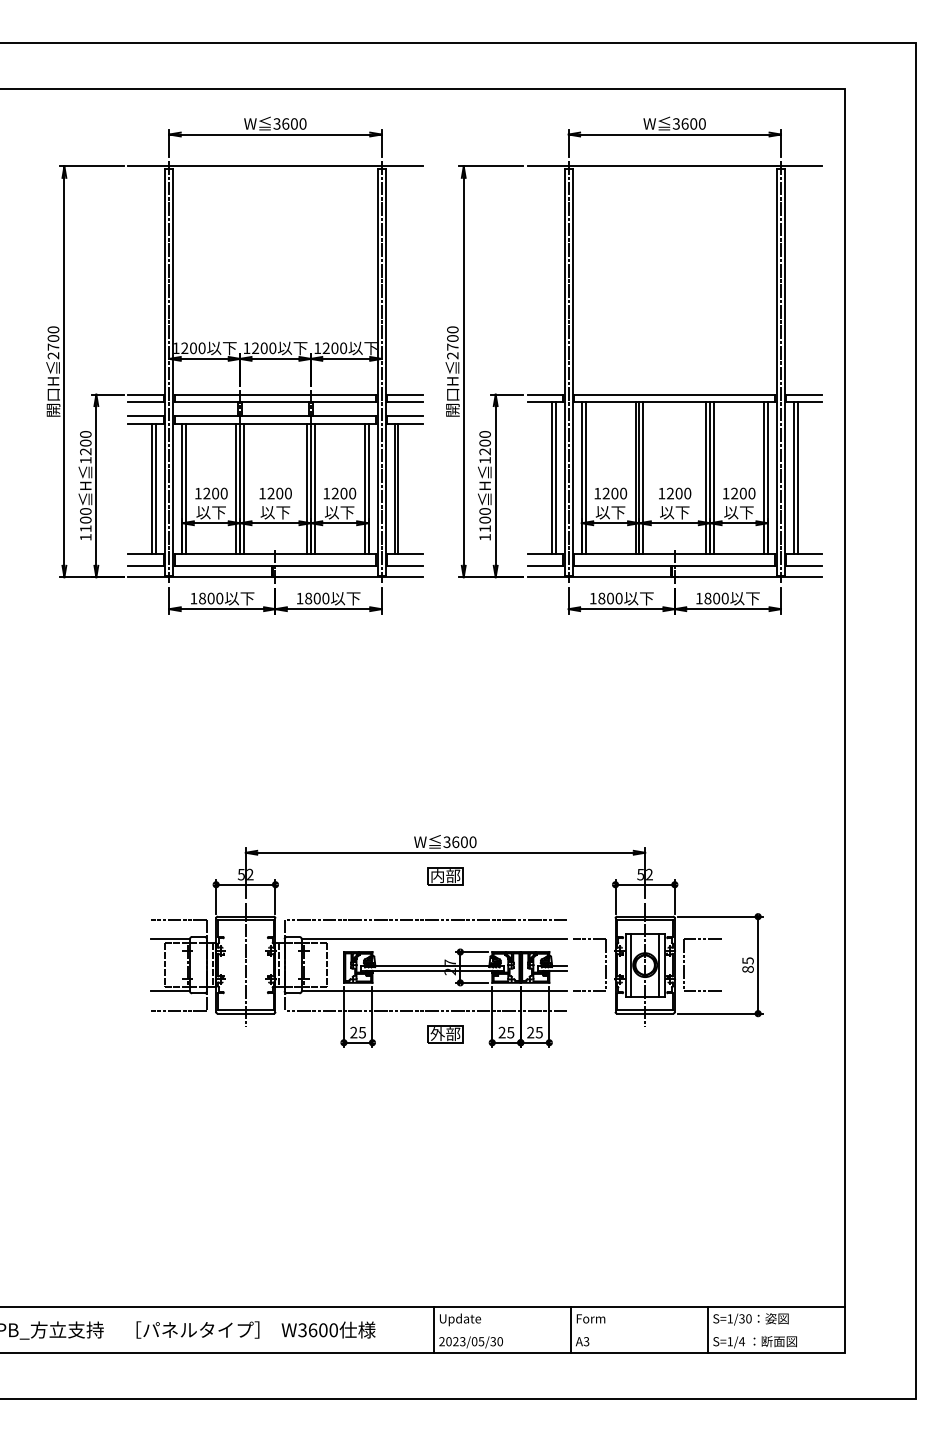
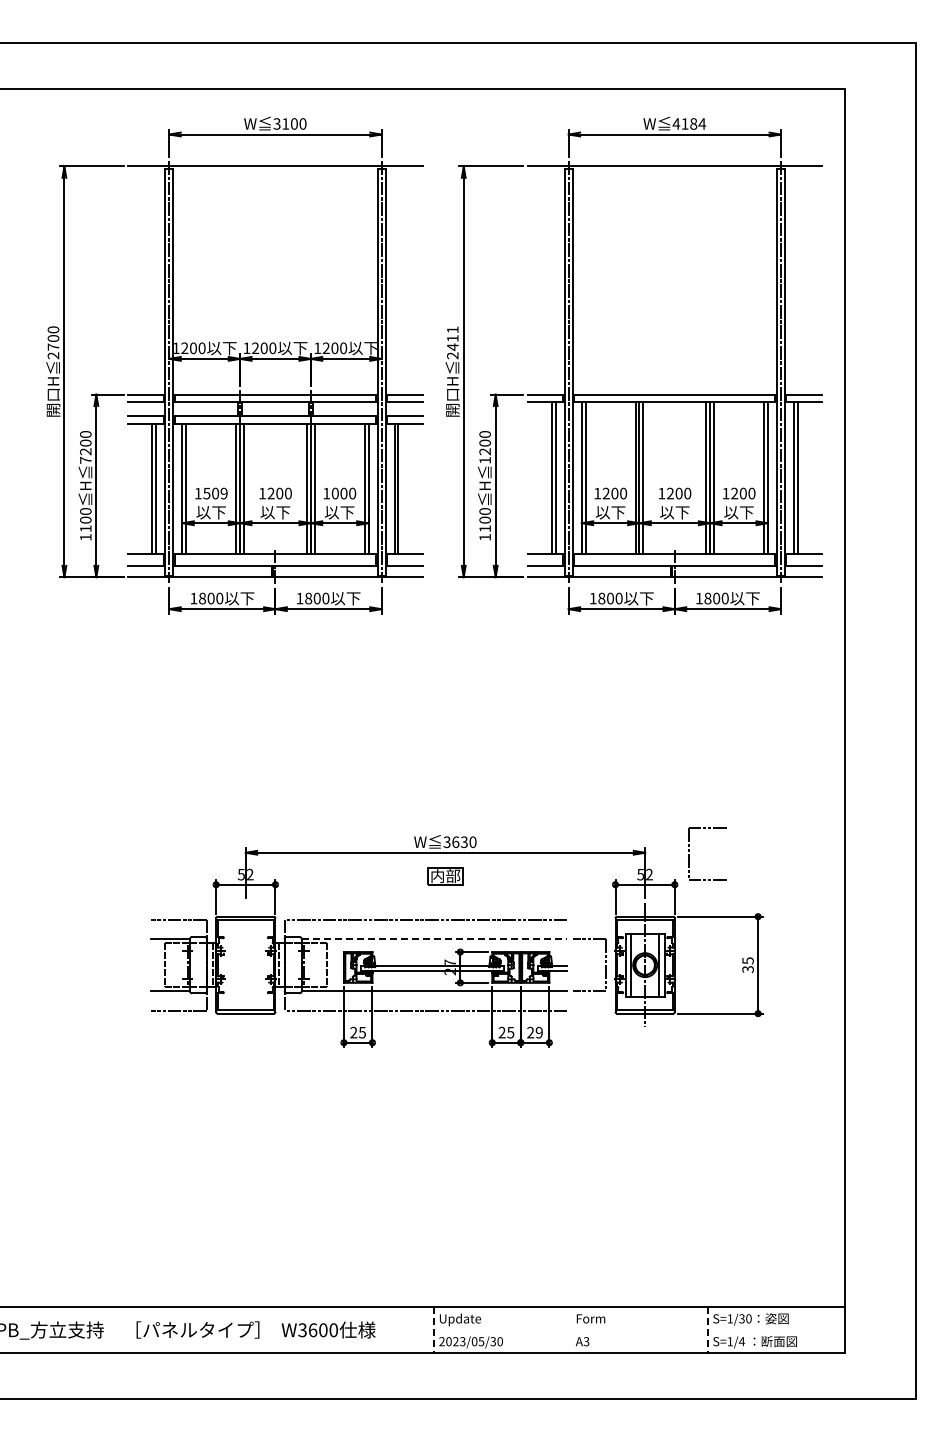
text at (285, 123): 3600 -> 3100
text at (689, 123): 3600 -> 4184
text at (452, 338): 2700 -> 2411
text at (85, 459): 1200 -> 7200
text at (215, 493): 1200 -> 1509
text at (334, 493): 1200 -> 1000
text at (463, 841): 3600 -> 3630
line at (434, 939): solid -> dashed
line at (245, 964): present -> none
part at (684, 965) position: (684, 965) -> (689, 854)
text at (747, 969): 85 -> 35
text at (538, 1032): 25 -> 29
part at (445, 1034): present -> none
line at (434, 1330): solid -> dashed
line at (571, 1330): present -> none
line at (707, 1330): solid -> dashed
